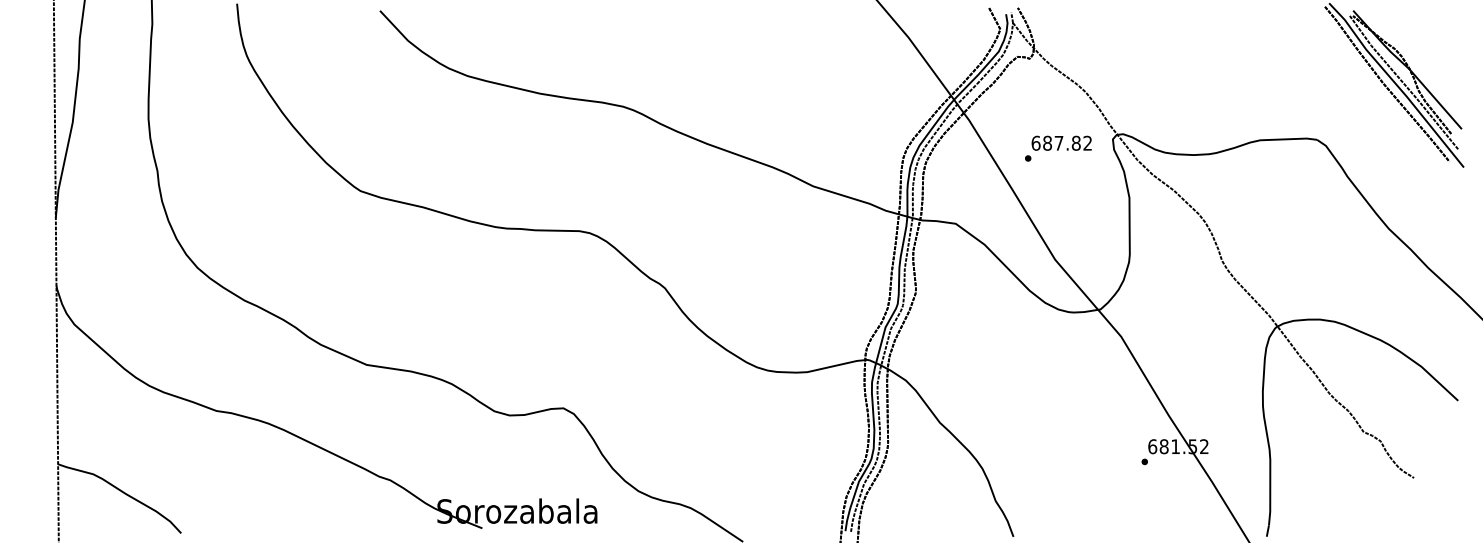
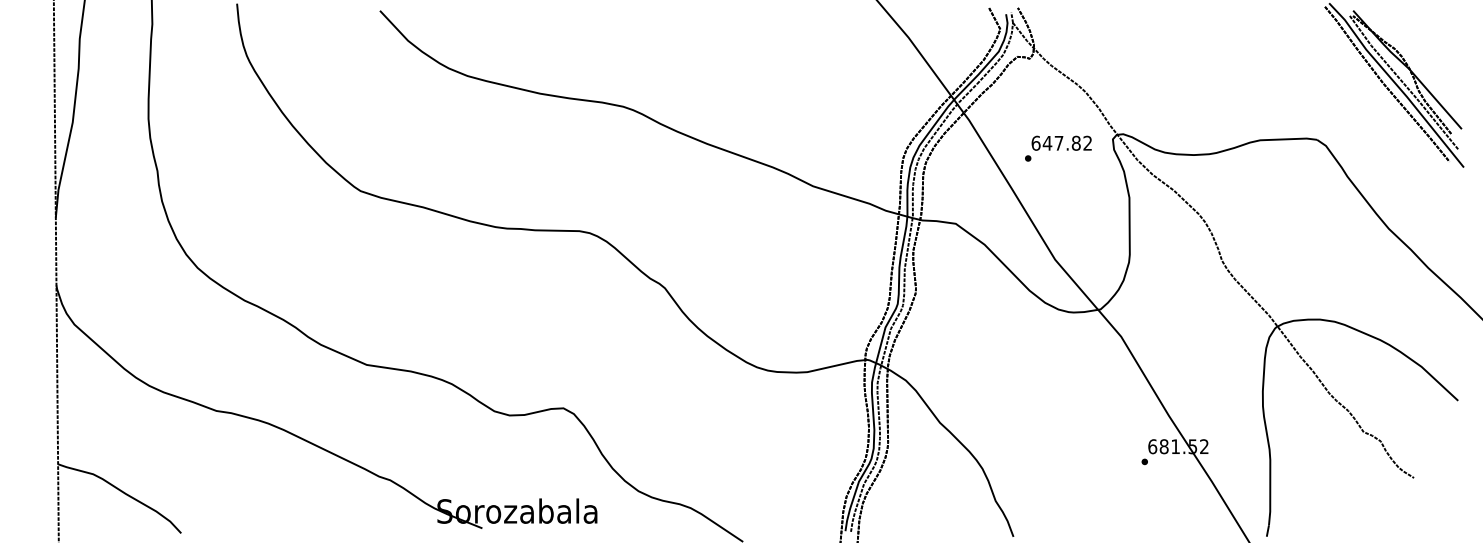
text at (1047, 142): 687.82 -> 647.82
